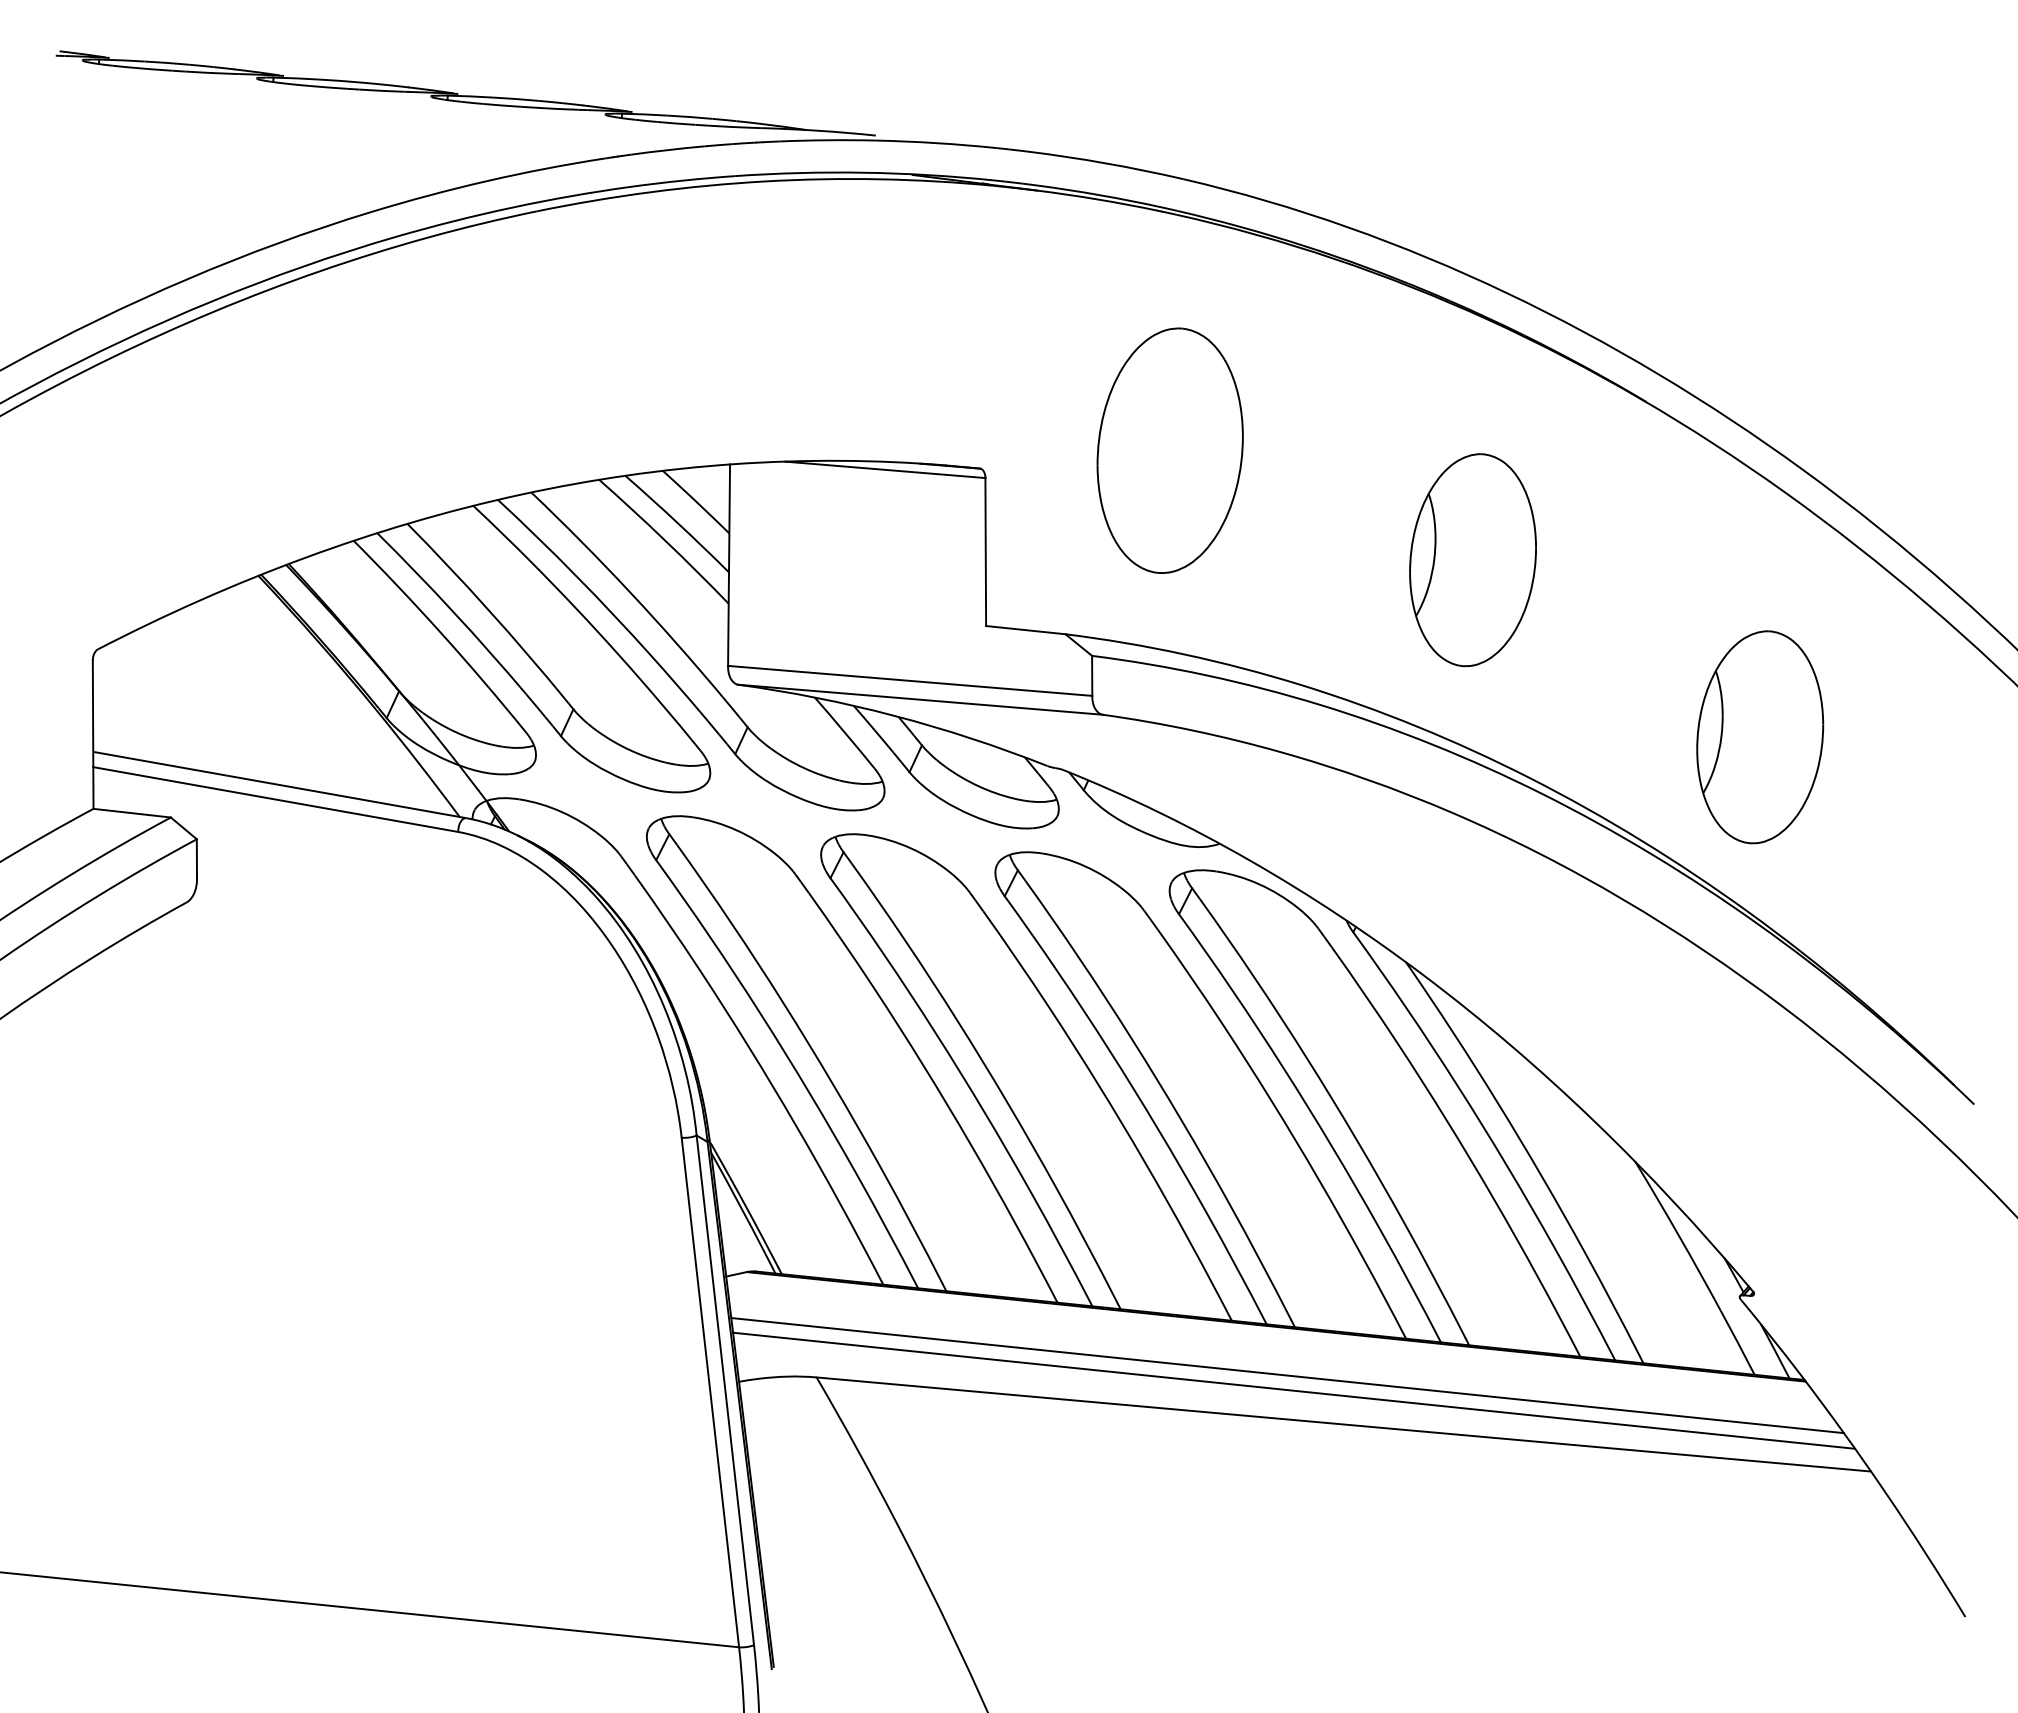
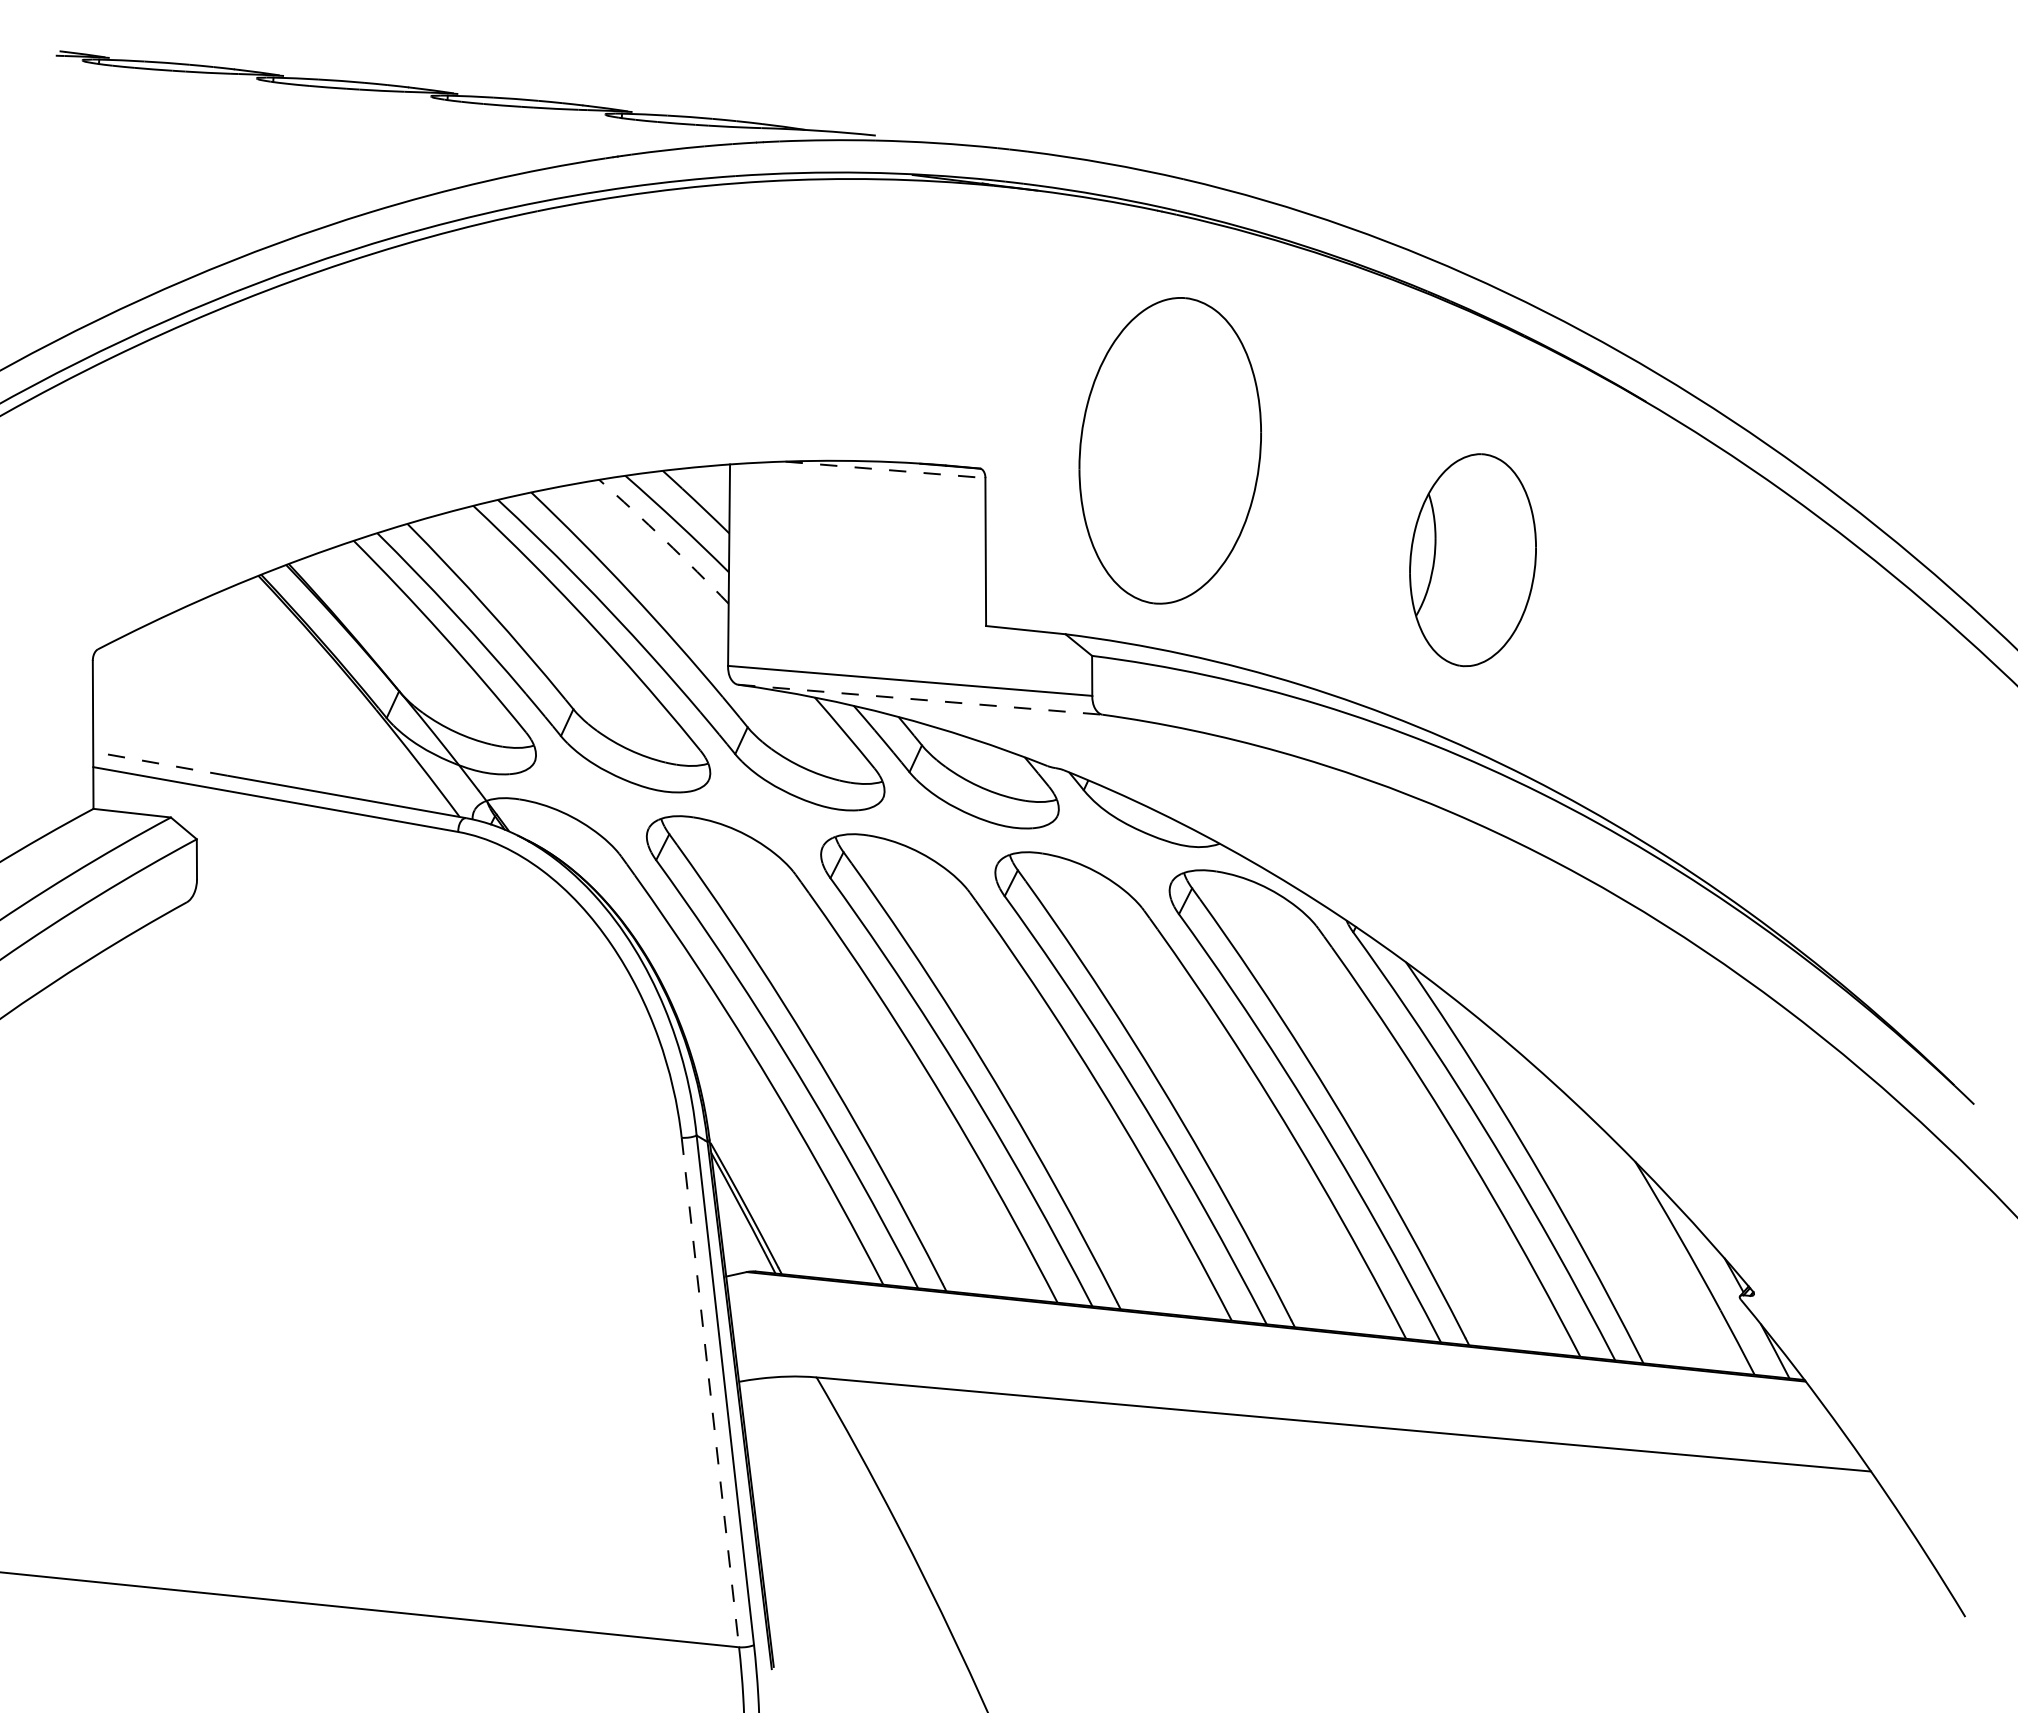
part at (1169, 450) size: 148x247 px -> 184x308 px
line at (886, 469): solid -> dashed
arc at (665, 540): solid -> dashed
line at (920, 699): solid -> dashed
part at (1760, 737): present -> none
line at (159, 763): solid -> dashed
line at (1287, 1375): present -> none
line at (1294, 1390): present -> none
line at (710, 1393): solid -> dashed
